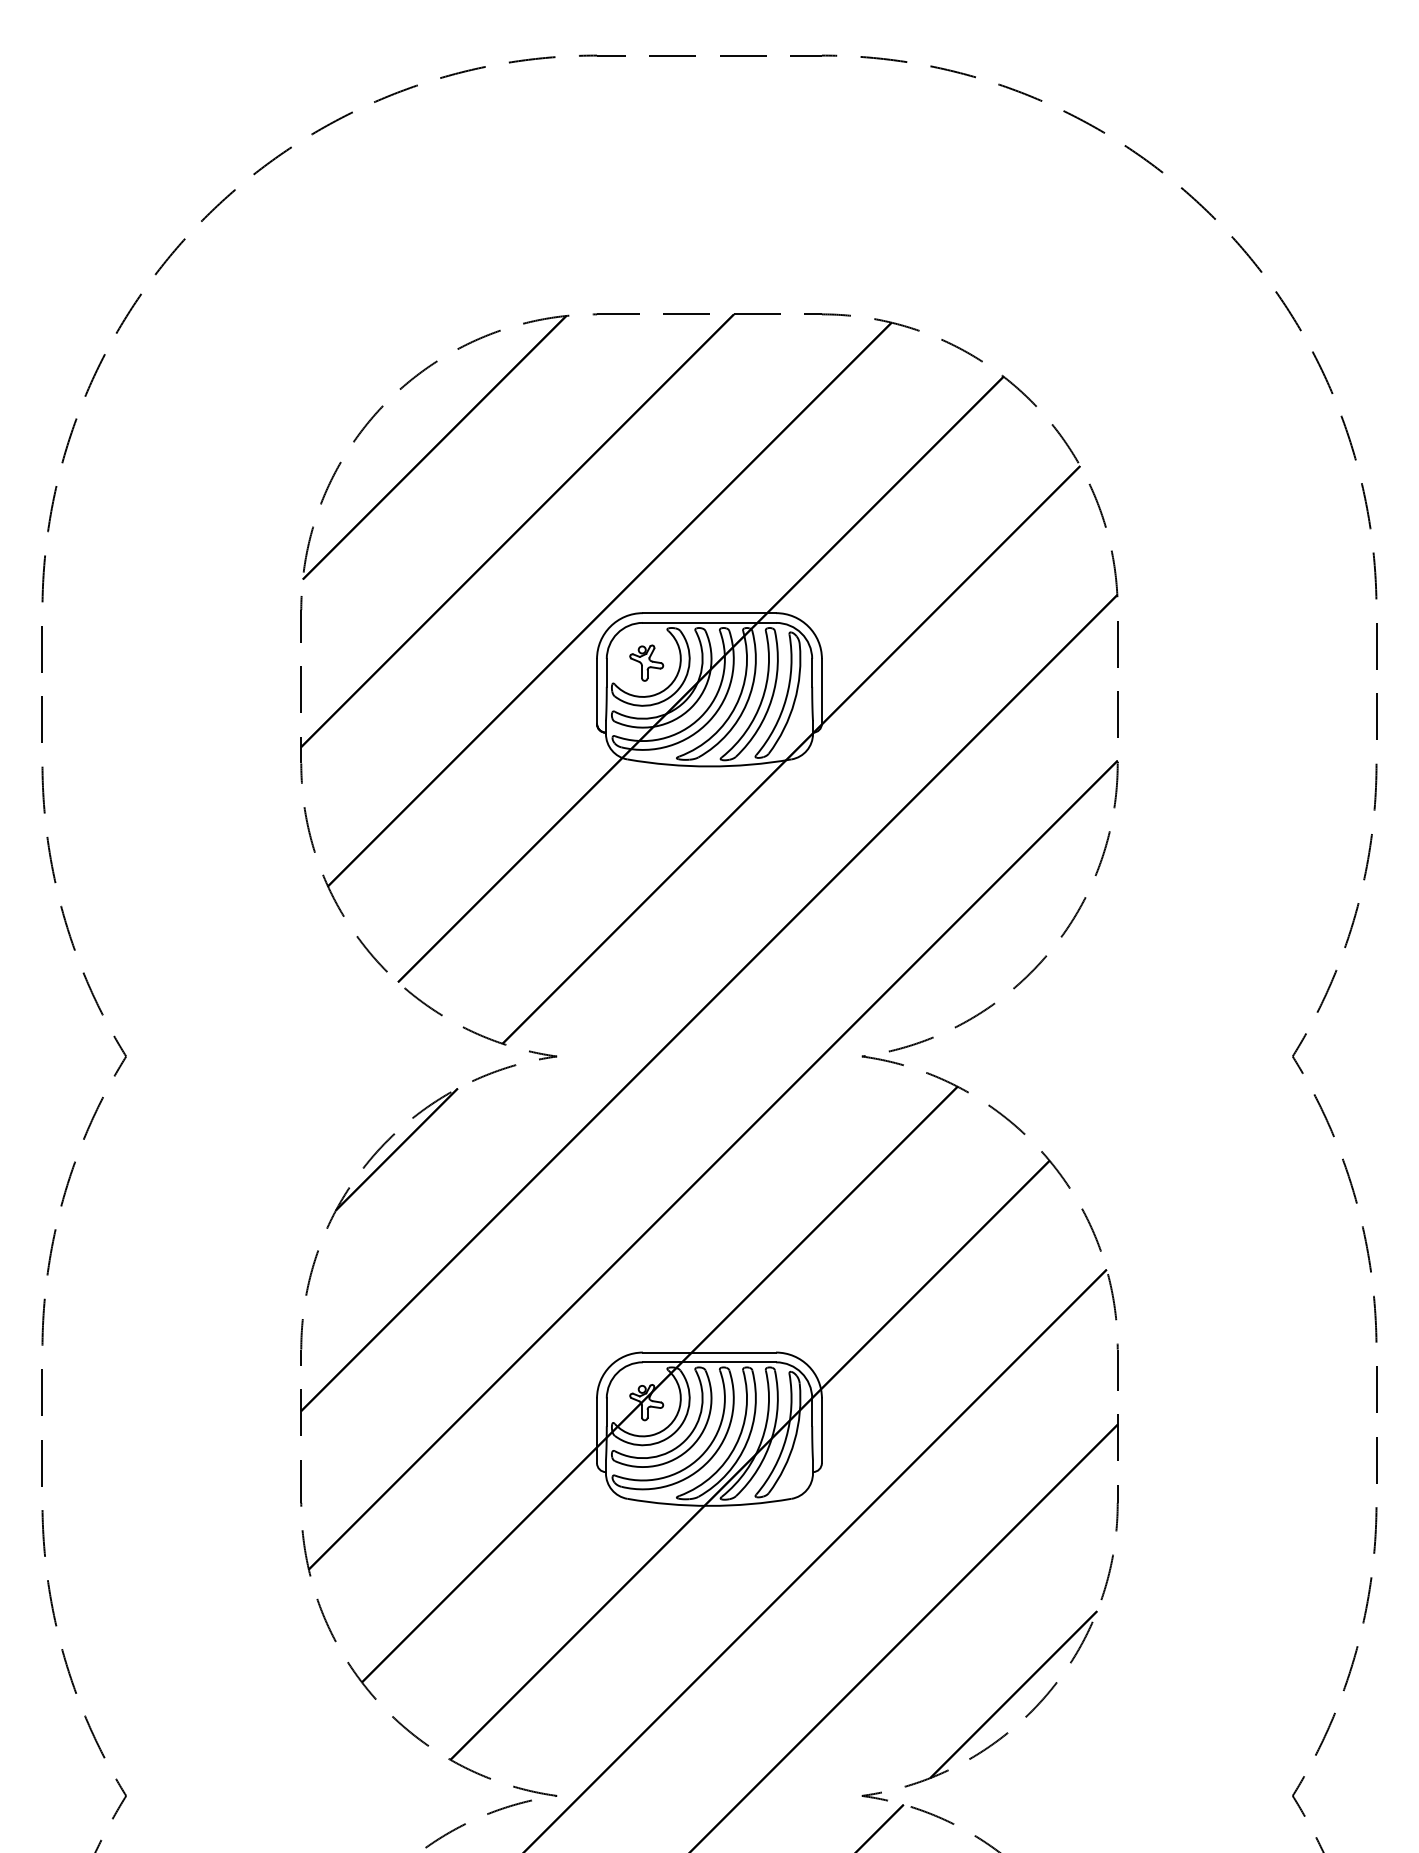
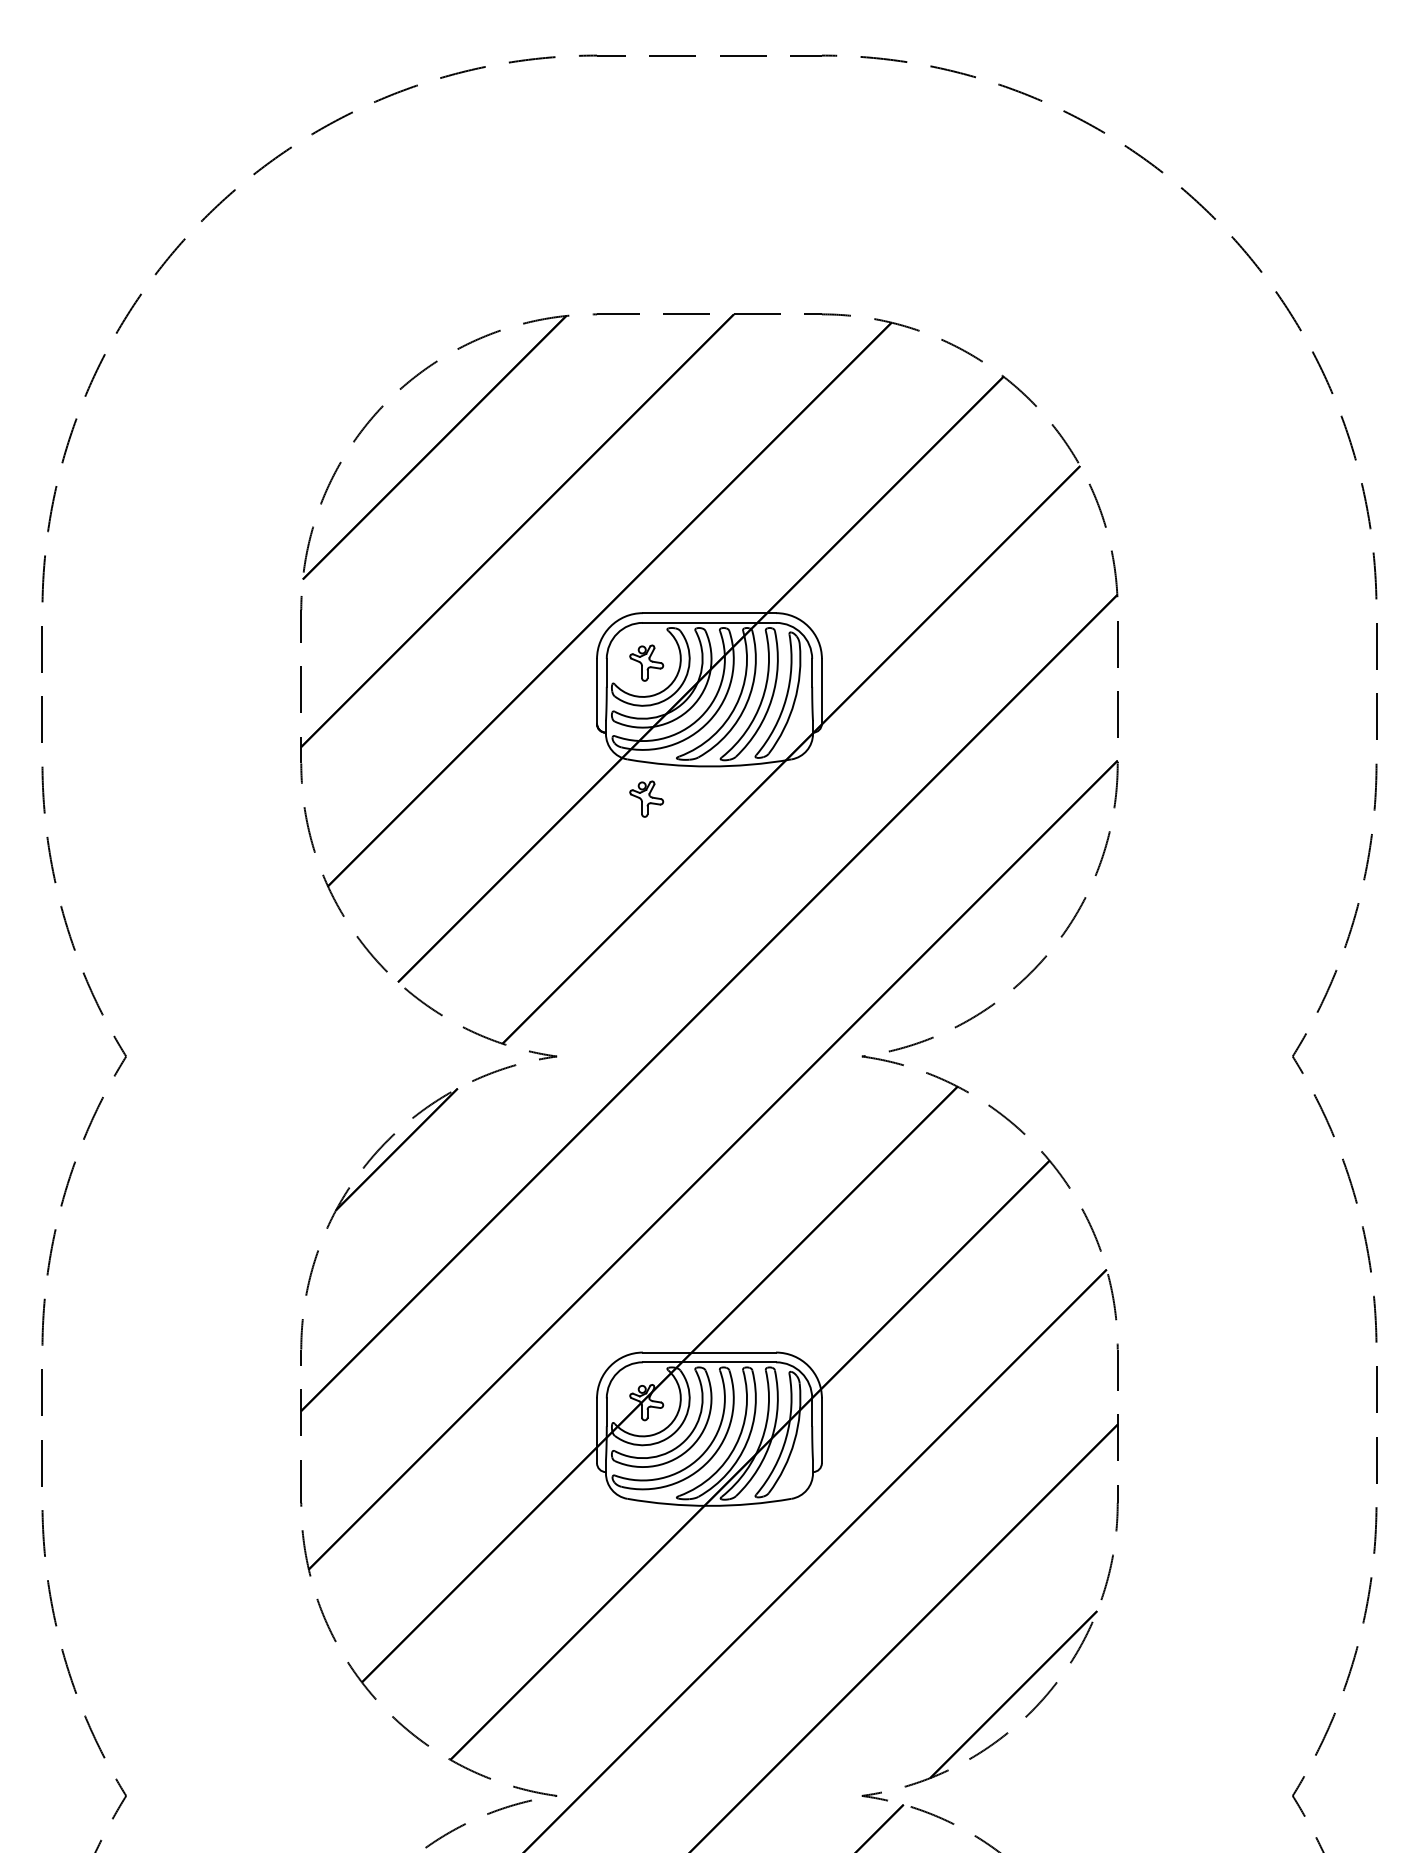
part at (646, 798): none -> present
